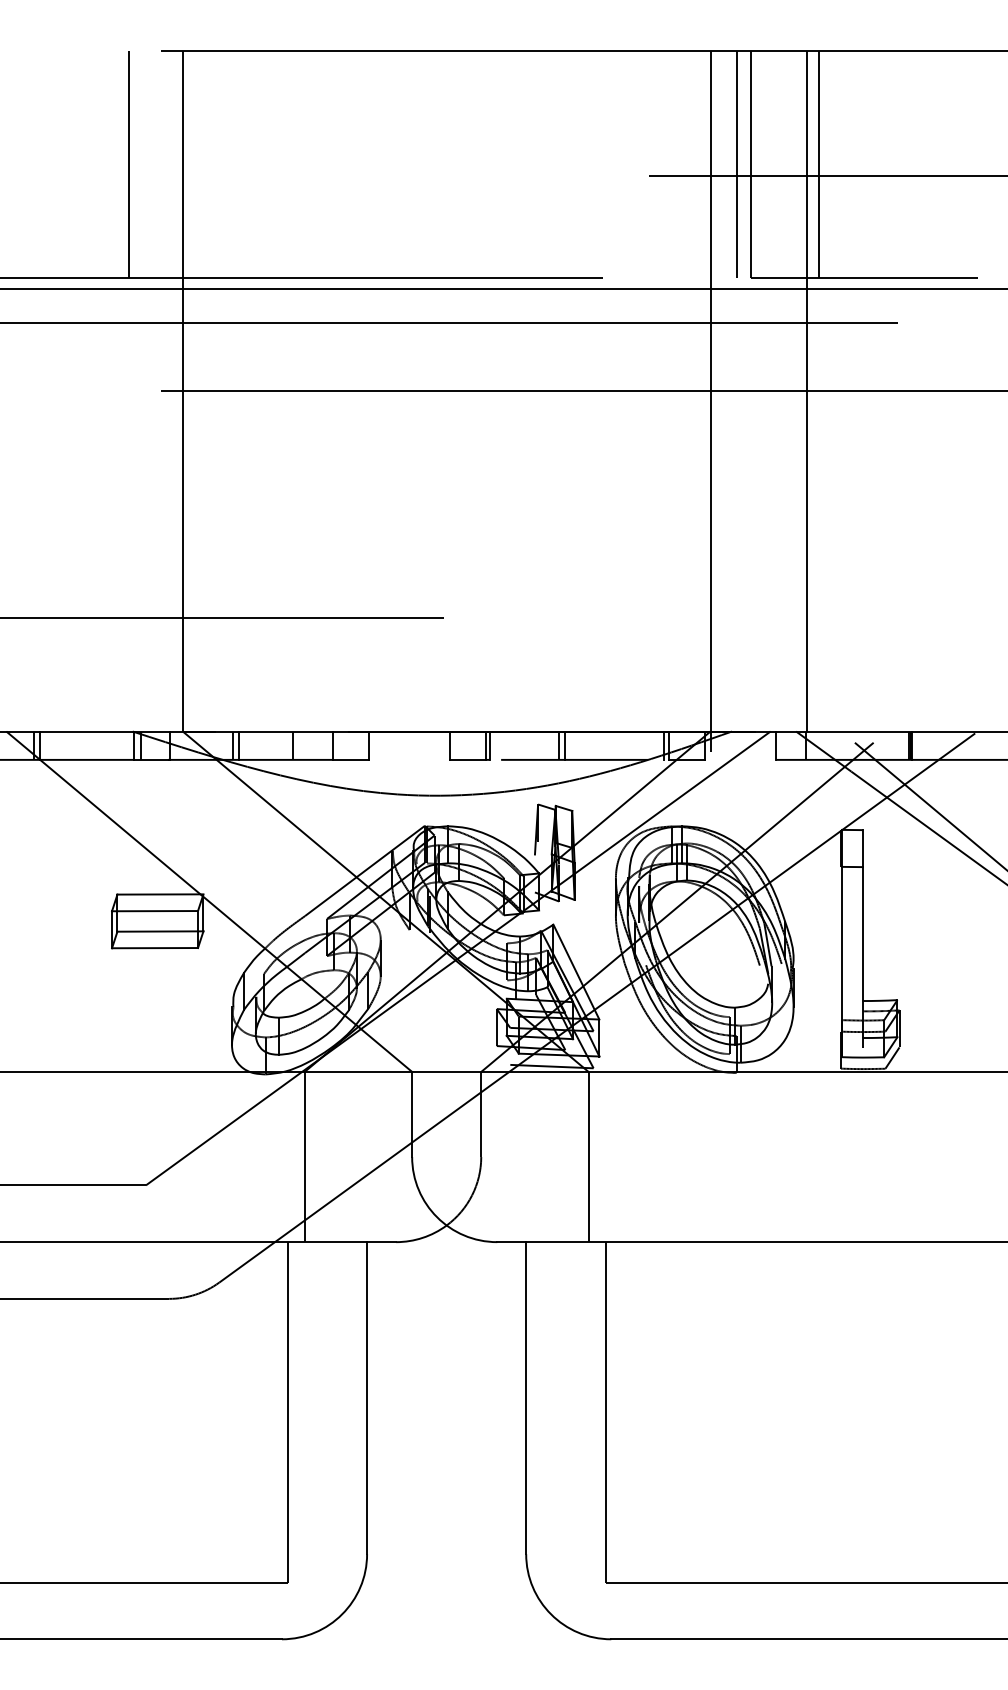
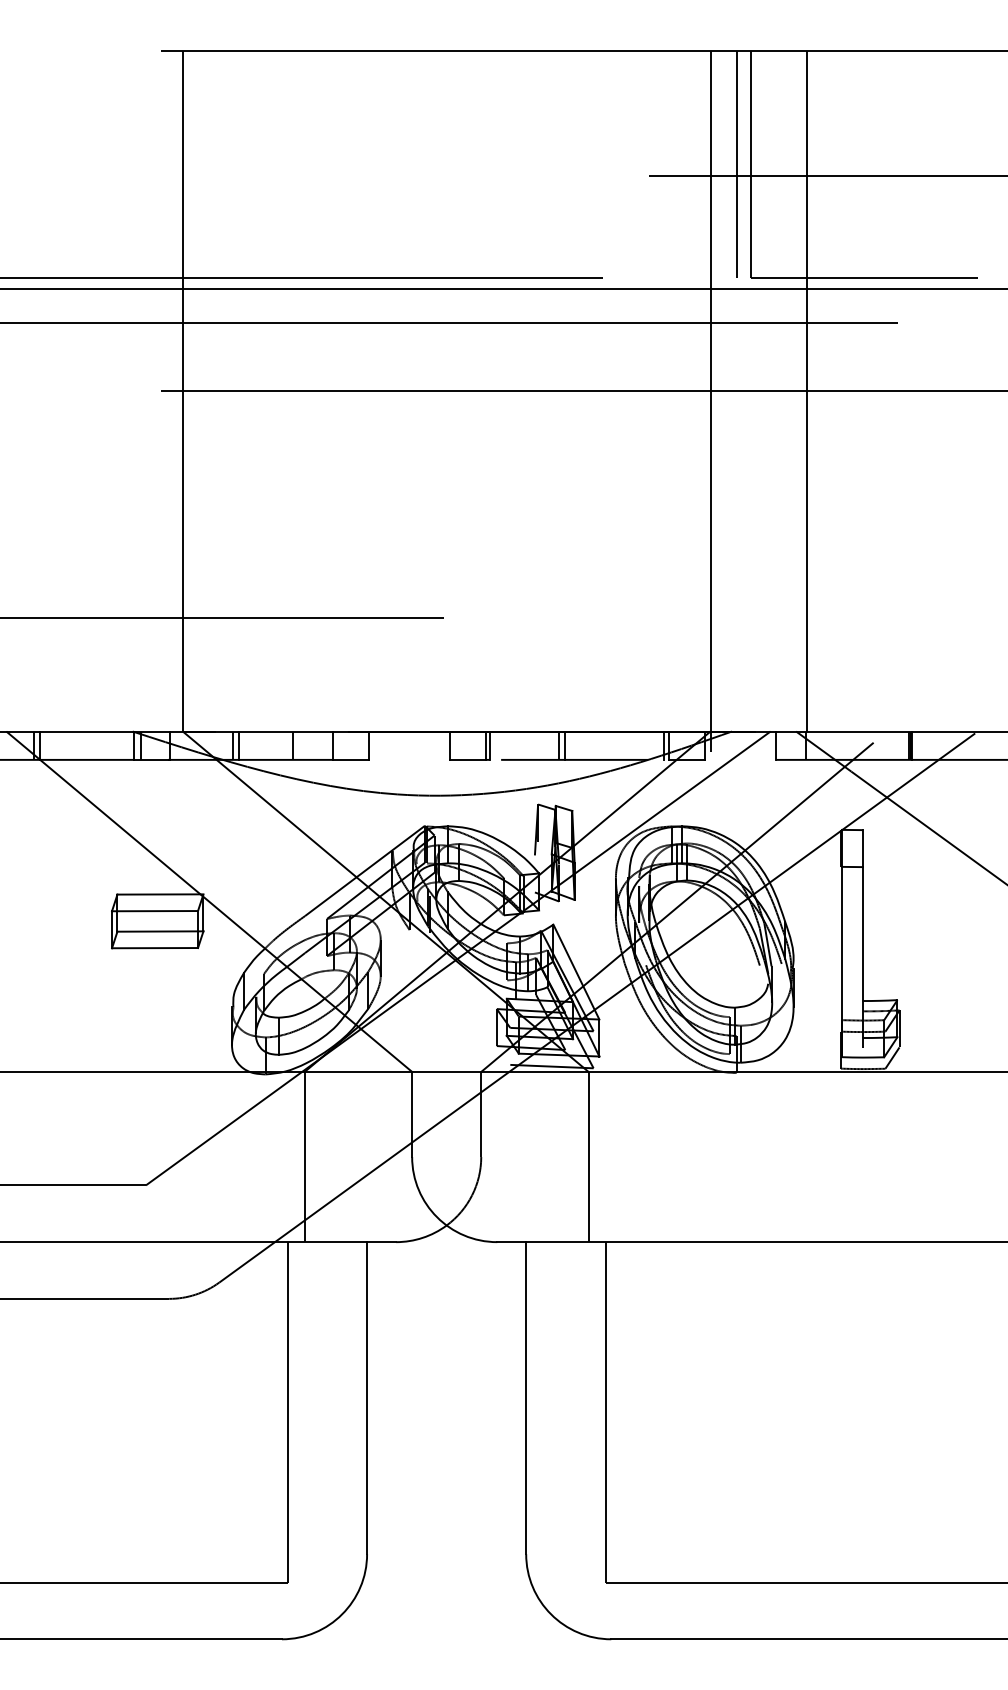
line at (128, 163): present -> none
line at (818, 163): present -> none
line at (929, 805): present -> none
